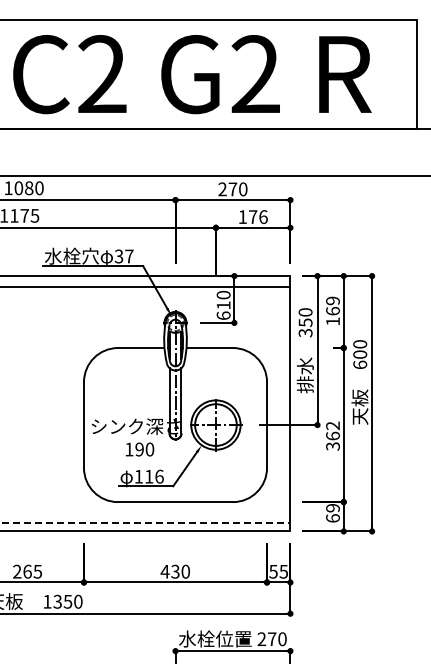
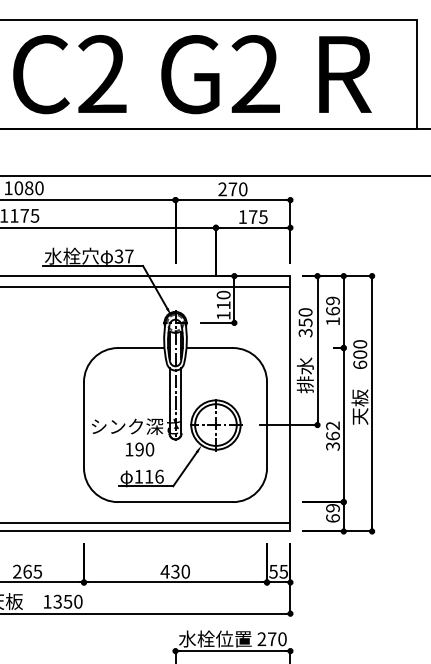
text at (263, 216): 176 -> 175
text at (223, 315): 610 -> 110
line at (145, 522): dashed -> solid
